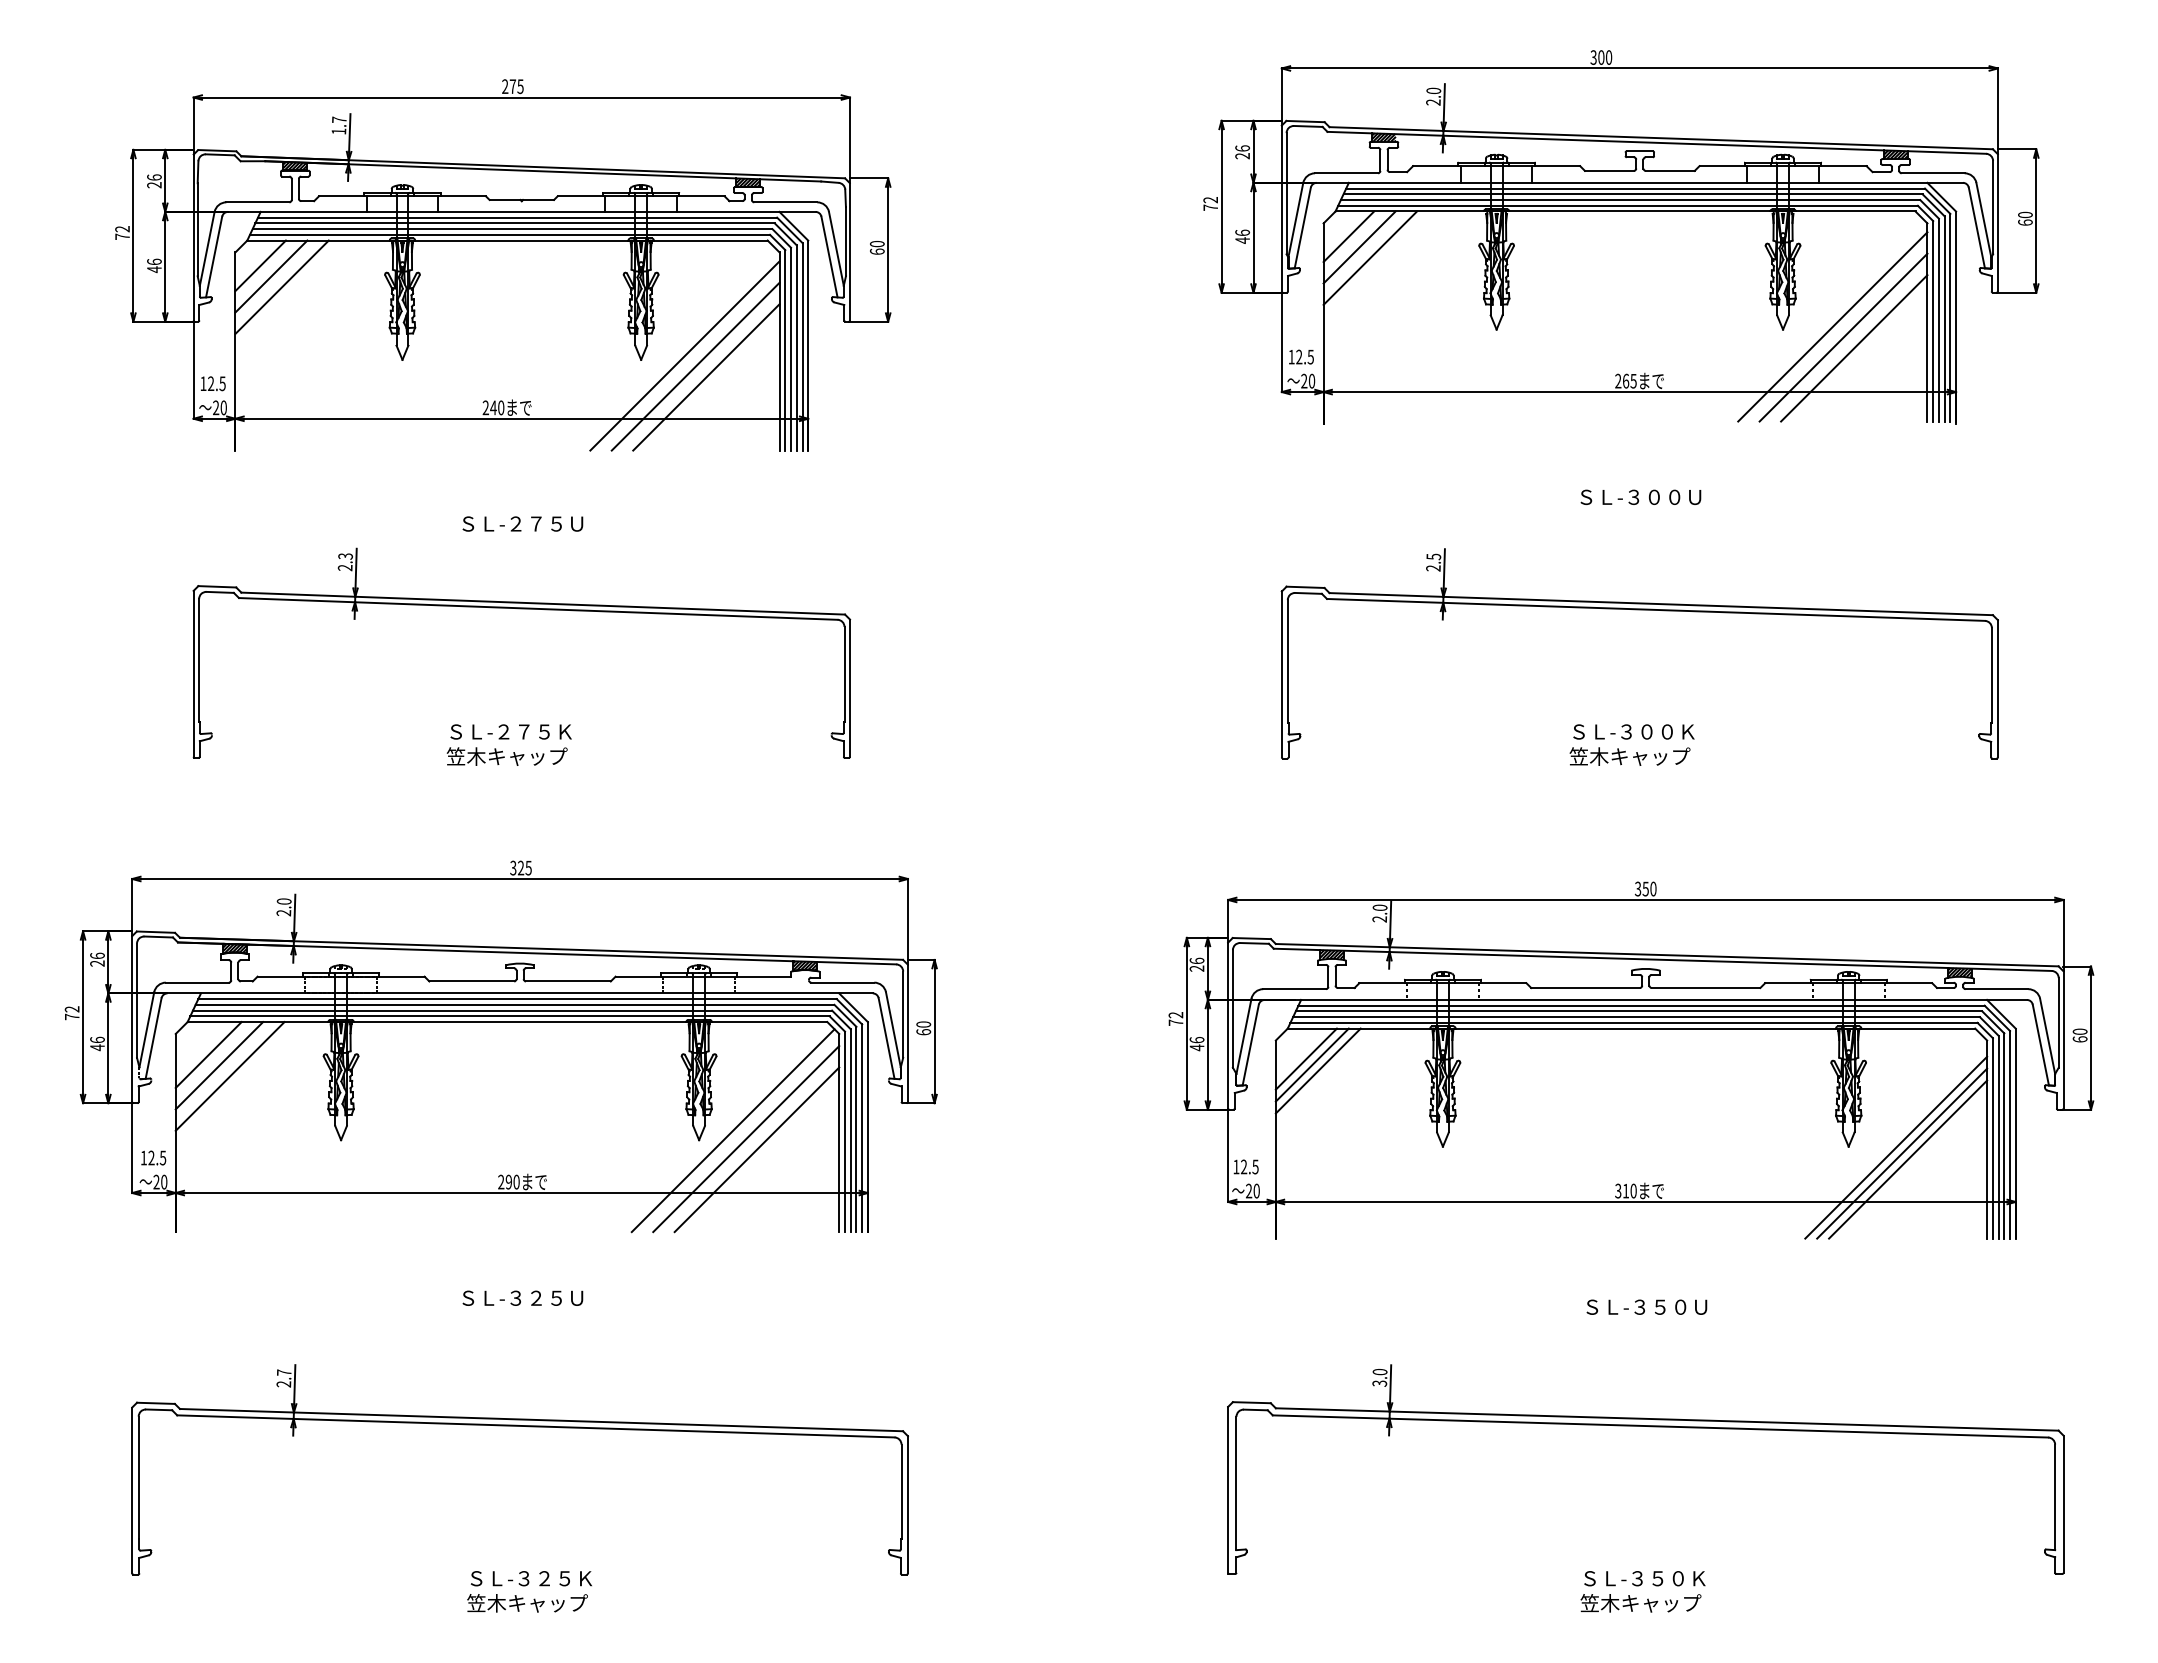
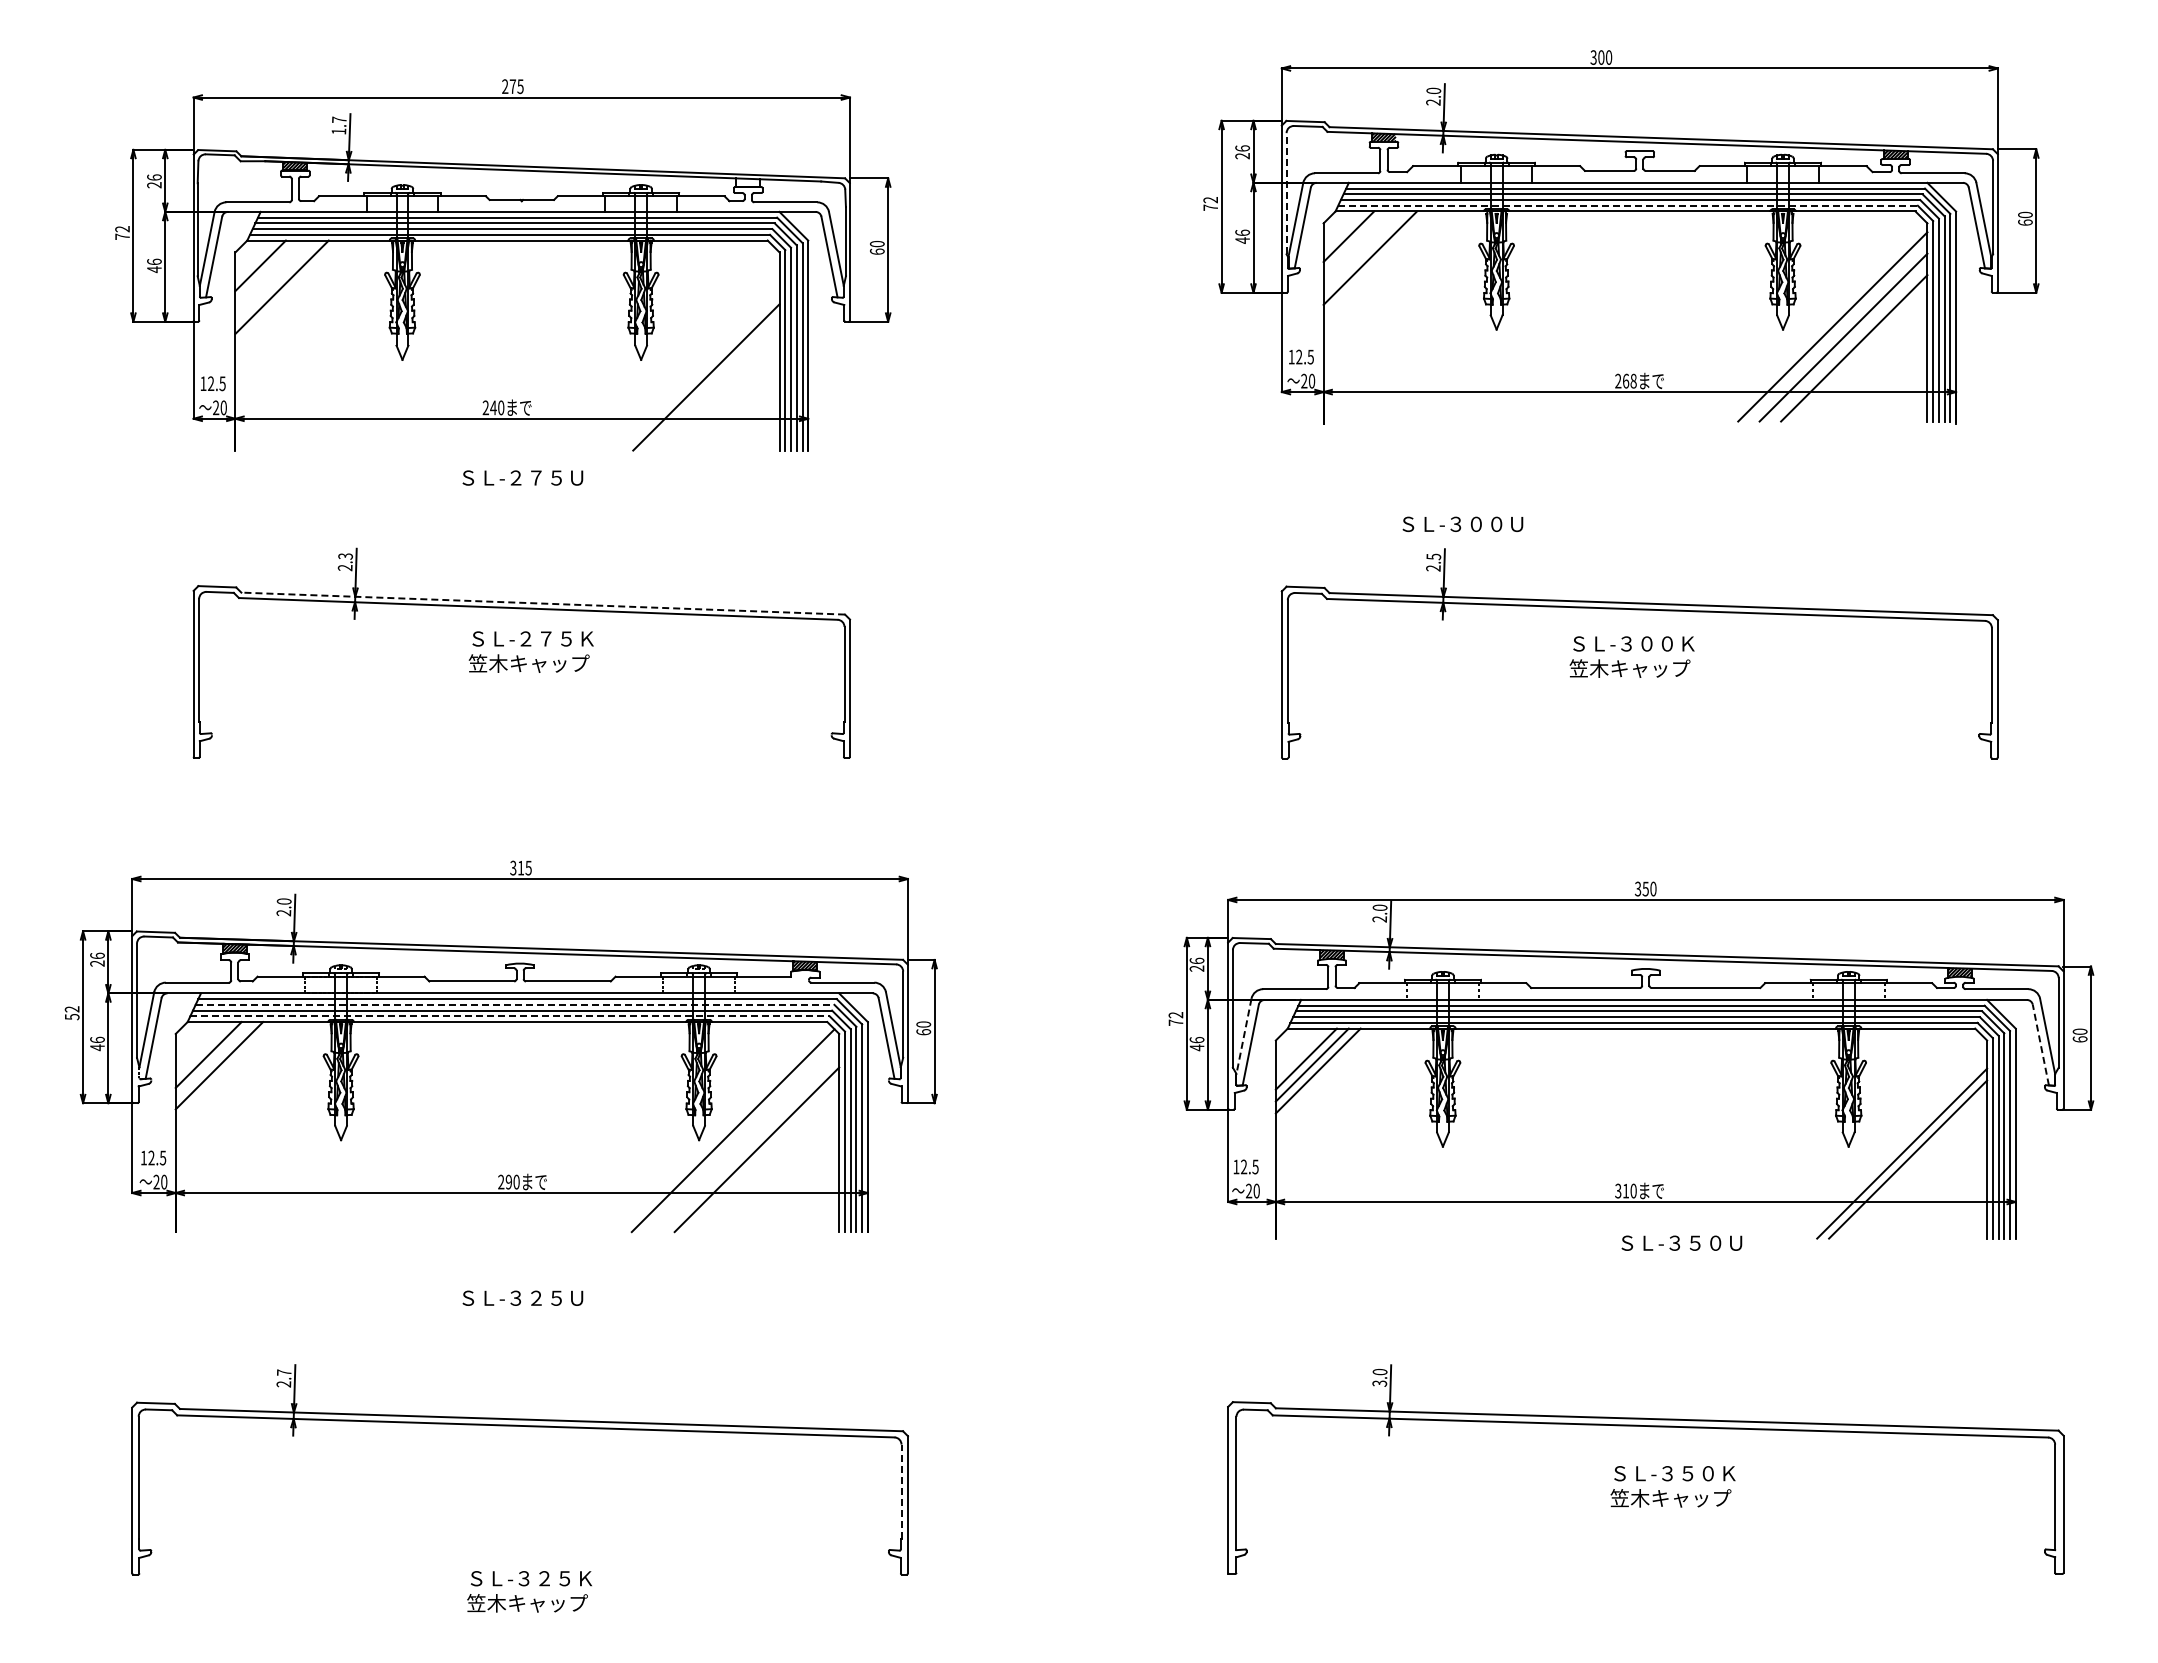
hatch at (748, 182): present -> none
line at (1286, 193): solid -> dashed
line at (1628, 205): solid -> dashed
line at (1359, 247): present -> none
line at (271, 276): present -> none
line at (684, 355): present -> none
line at (695, 366): present -> none
text at (1633, 380): 265 -> 268
text at (1640, 496) position: (1640, 496) -> (1462, 523)
text at (522, 523) position: (522, 523) -> (522, 477)
line at (542, 603): solid -> dashed
text at (508, 744) position: (508, 744) -> (530, 651)
text at (1631, 744) position: (1631, 744) -> (1631, 656)
text at (520, 867): 325 -> 315
line at (515, 1004): solid -> dashed
text at (72, 1016): 72 -> 52
line at (510, 1016): solid -> dashed
line at (1243, 1036): solid -> dashed
line at (2040, 1044): solid -> dashed
line at (229, 1076): present -> none
line at (746, 1139): present -> none
line at (1896, 1147): present -> none
text at (1646, 1306) position: (1646, 1306) -> (1681, 1242)
line at (901, 1491): solid -> dashed
text at (1642, 1591) position: (1642, 1591) -> (1672, 1486)
